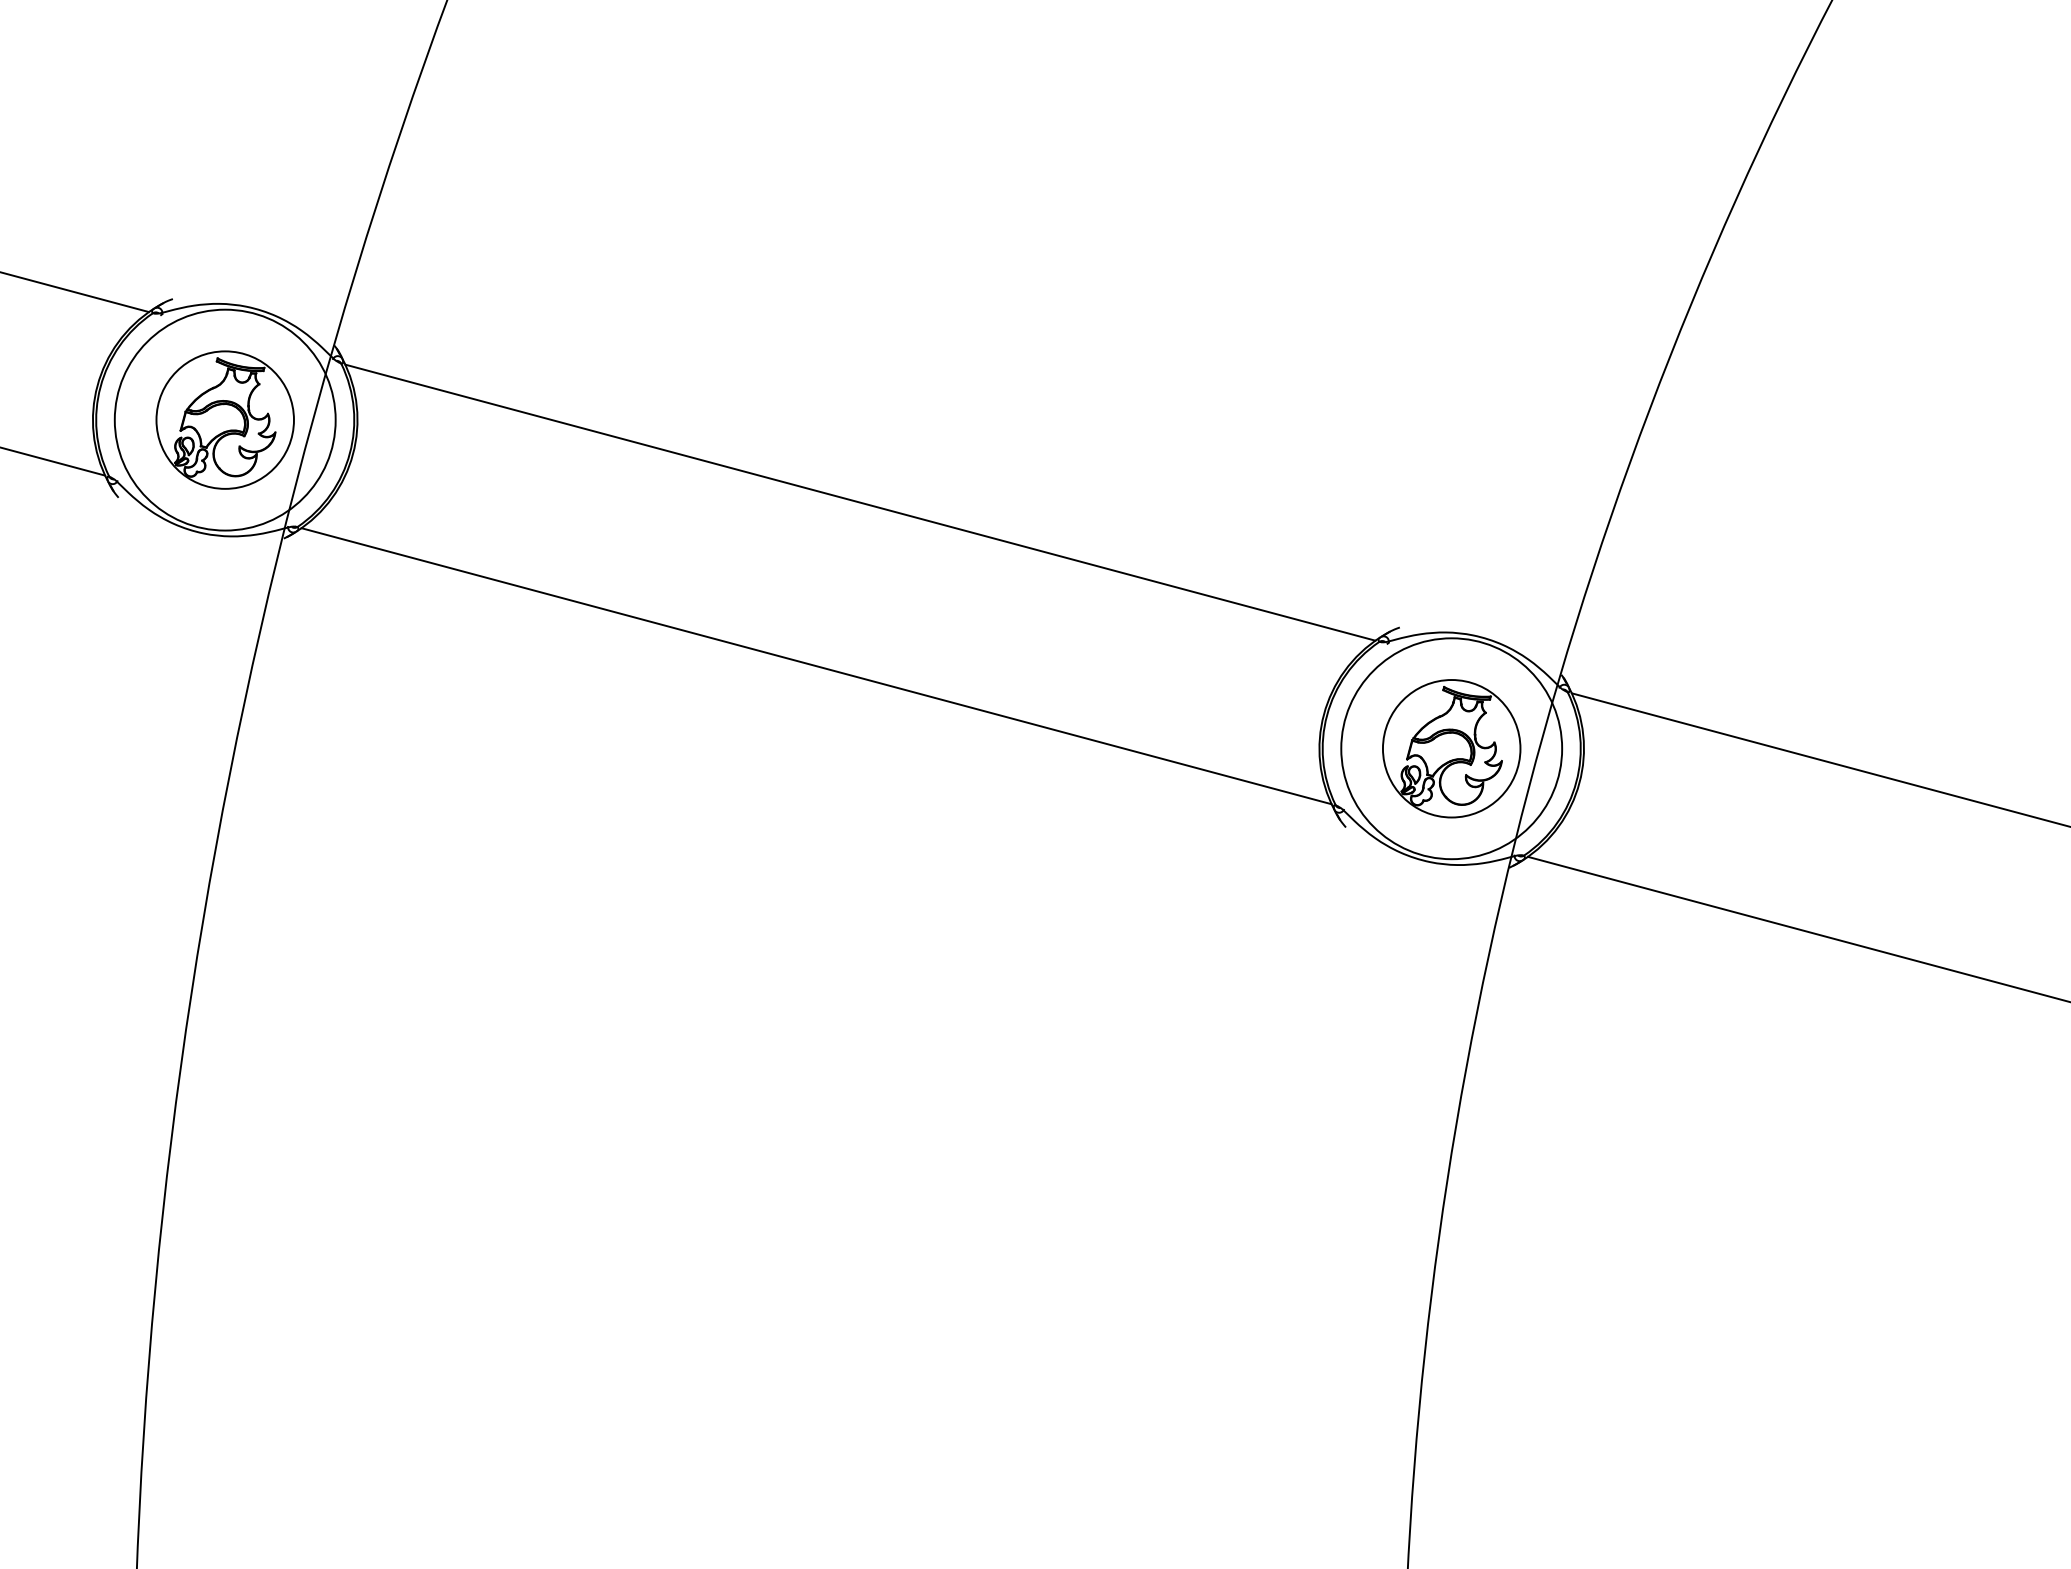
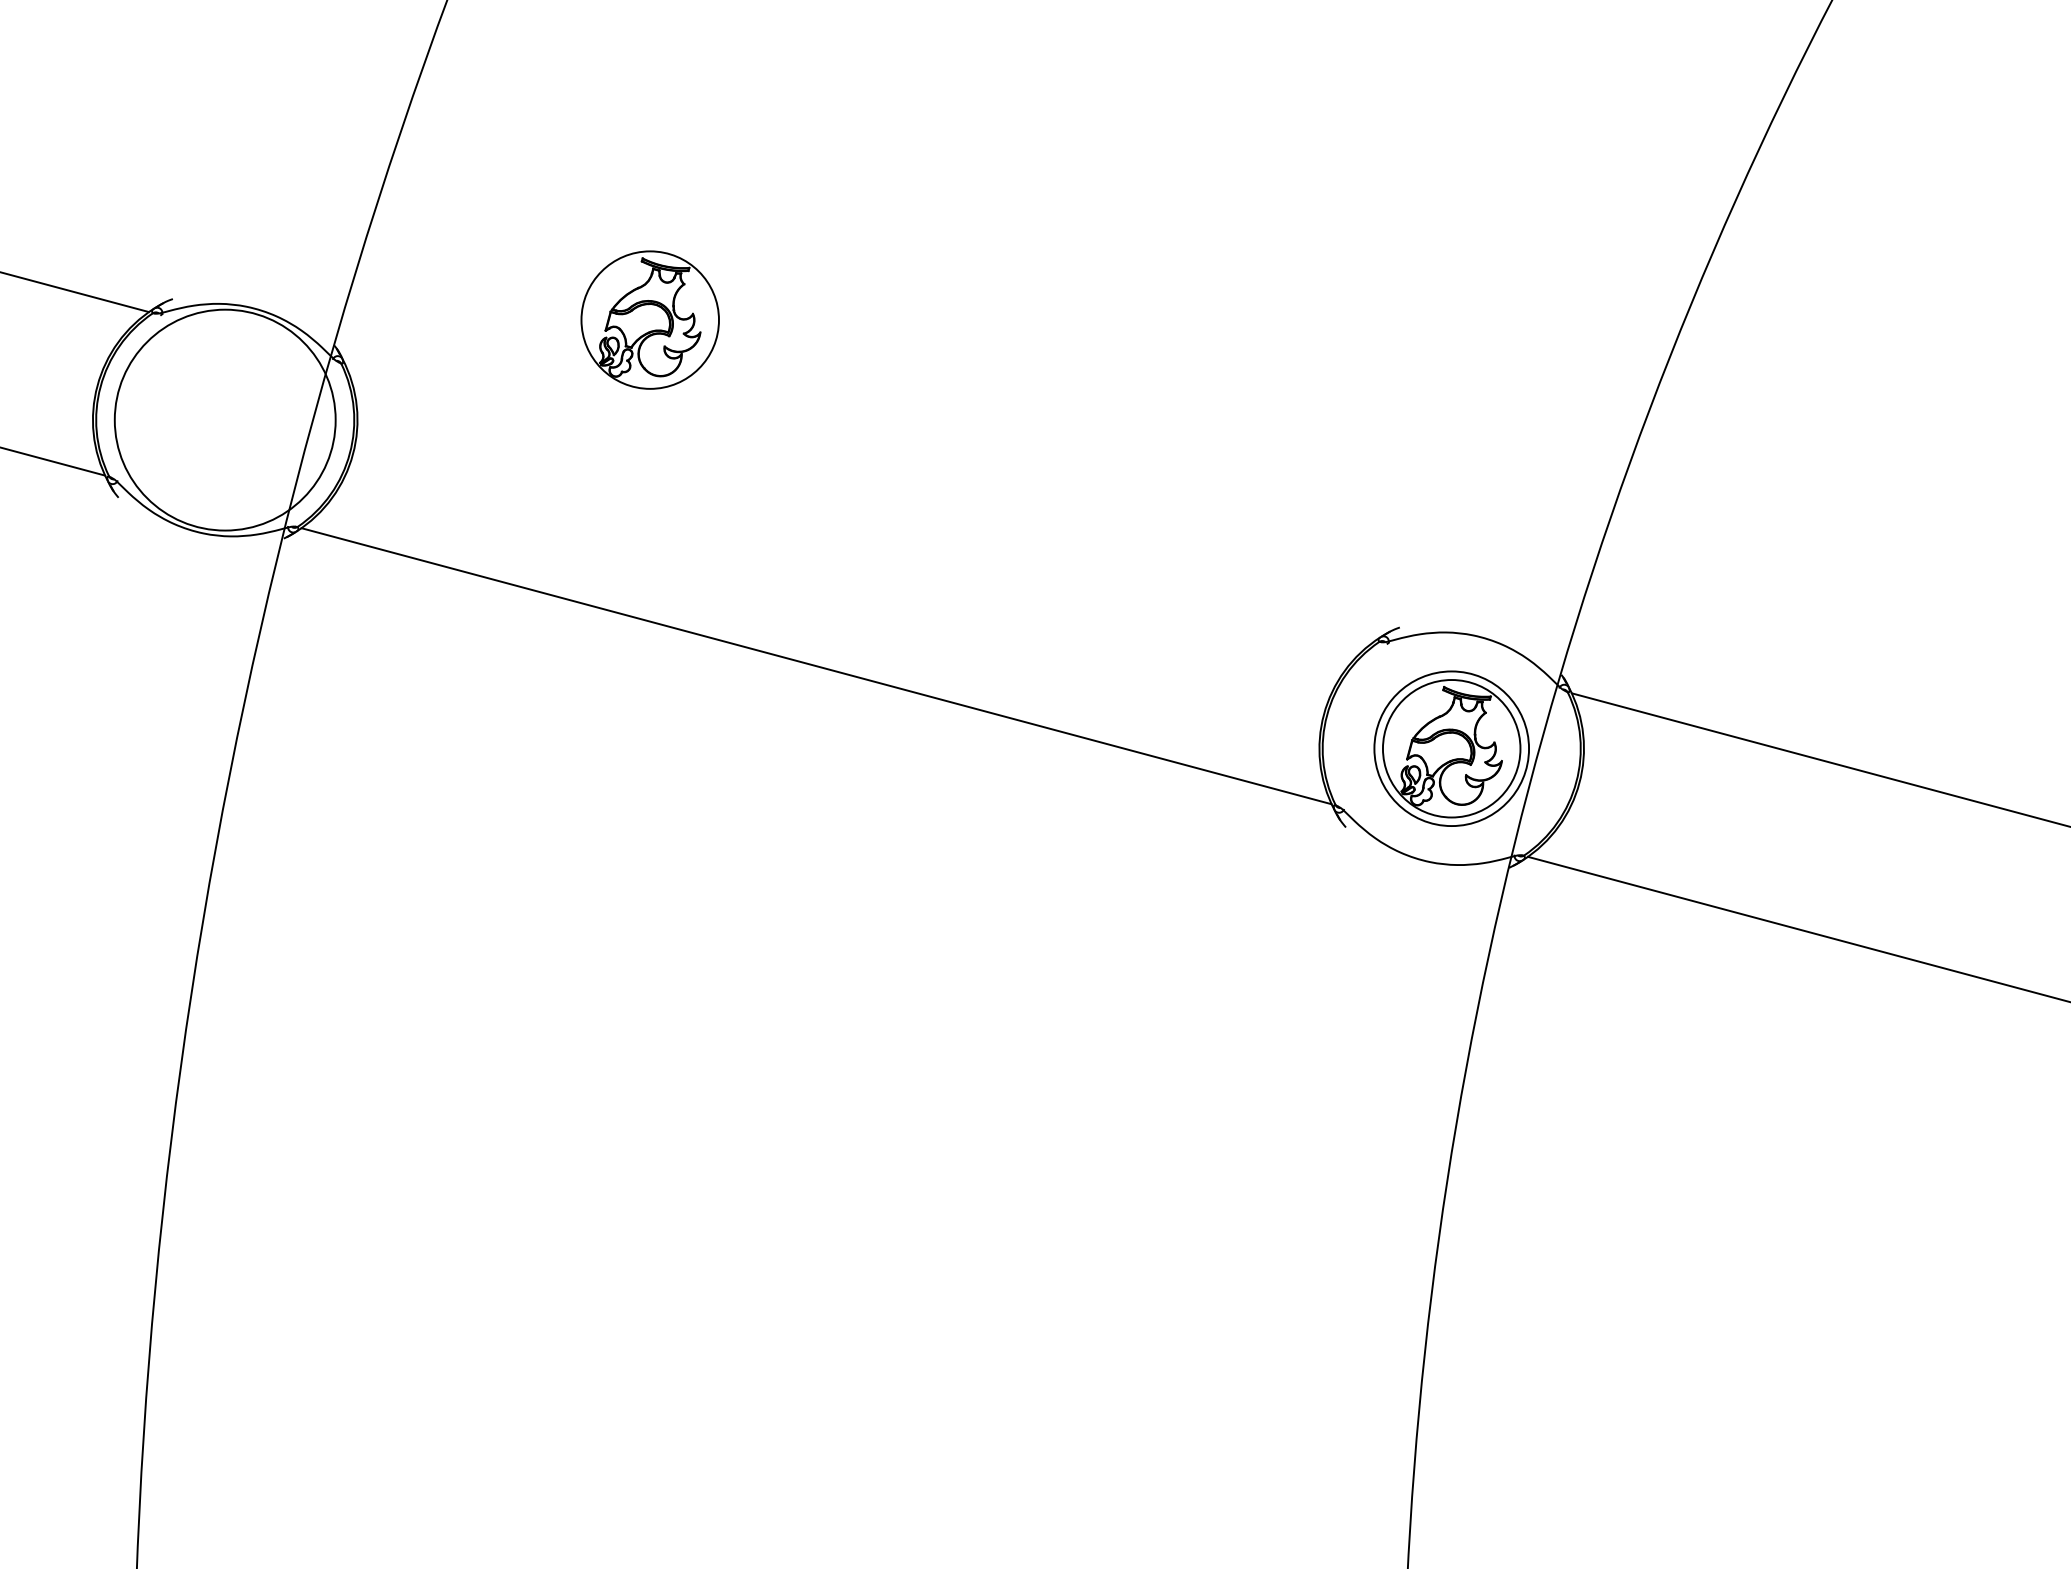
part at (224, 419) position: (224, 419) -> (649, 319)
line at (860, 502): present -> none
circle at (1451, 748) diameter: 221 px -> 155 px
